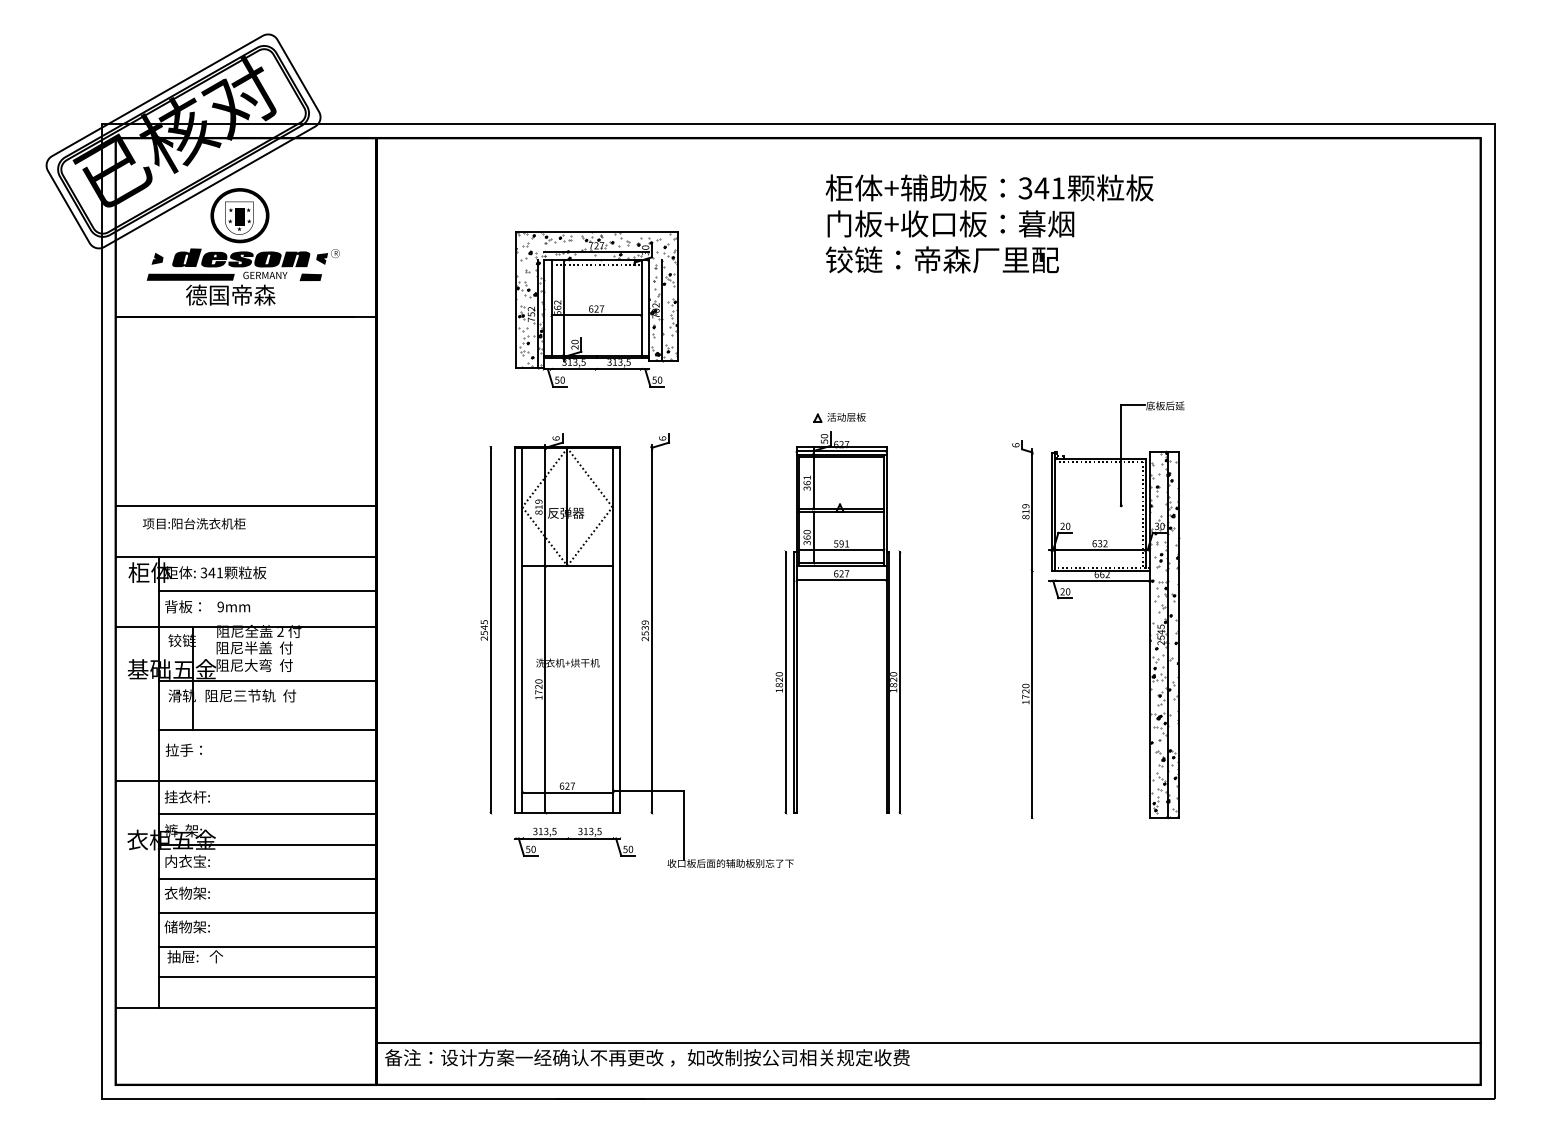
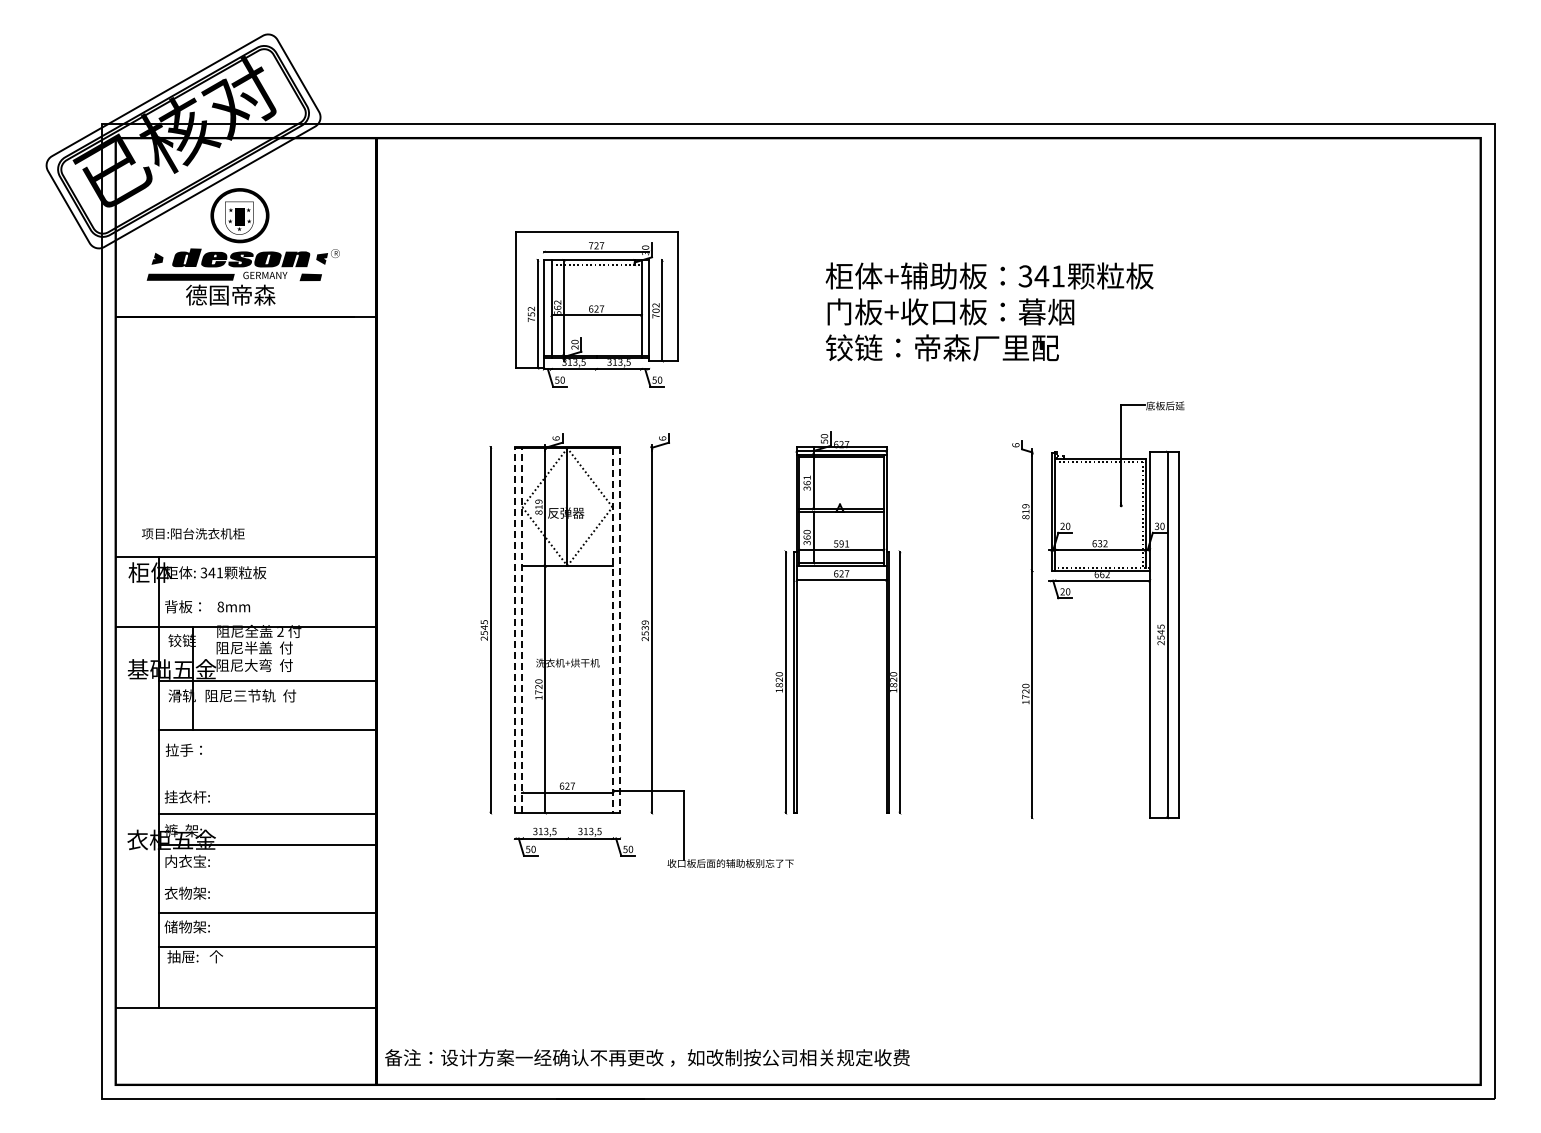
text at (989, 223) position: (989, 223) -> (989, 311)
hatch at (596, 299): present -> none
part at (839, 417): present -> none
line at (245, 506): present -> none
text at (194, 523) position: (194, 523) -> (193, 533)
line at (267, 590): present -> none
text at (220, 606): 9mm -> 8mm
line at (515, 630): solid -> dashed
line at (522, 630): solid -> dashed
line at (619, 630): solid -> dashed
line at (612, 631): solid -> dashed
hatch at (1163, 634): present -> none
line at (245, 780): present -> none
line at (267, 878): present -> none
line at (267, 977): present -> none
line at (928, 1043): present -> none
